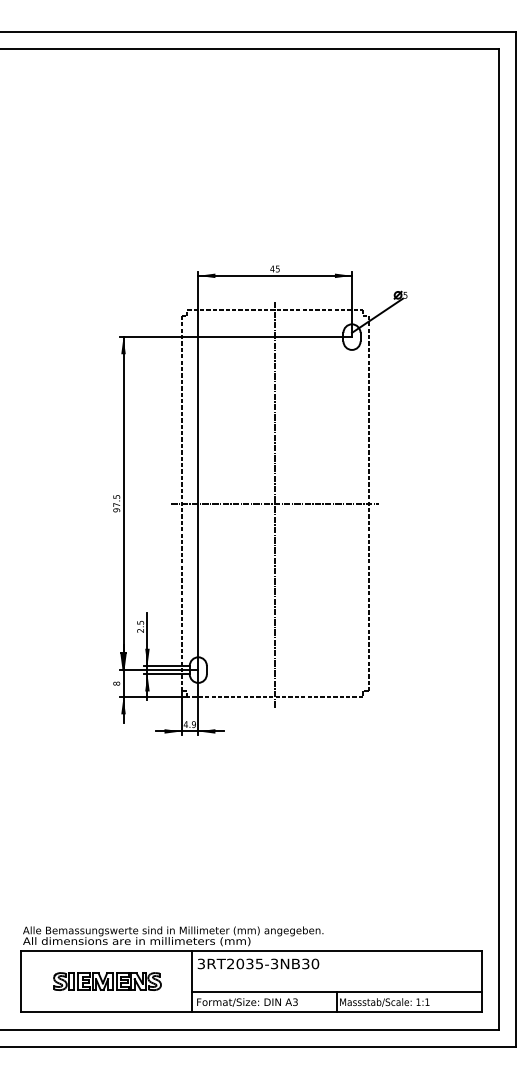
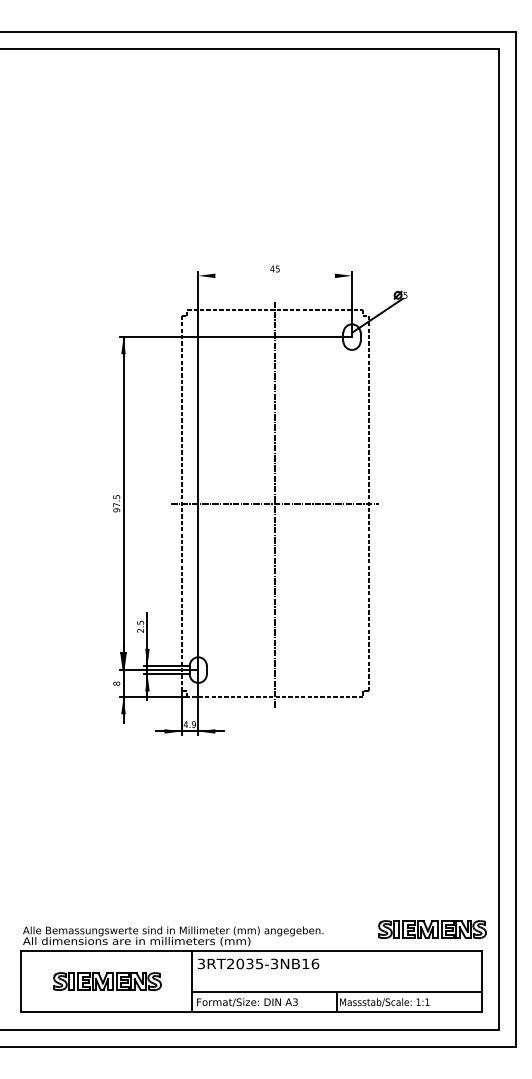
line at (275, 275): present -> none
part at (432, 929): none -> present
text at (310, 963): 3RT2035-3NB30 -> 3RT2035-3NB16
